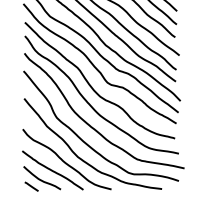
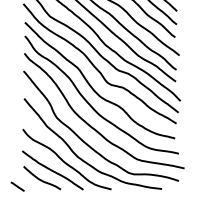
line at (31, 186) position: (31, 186) -> (17, 186)
